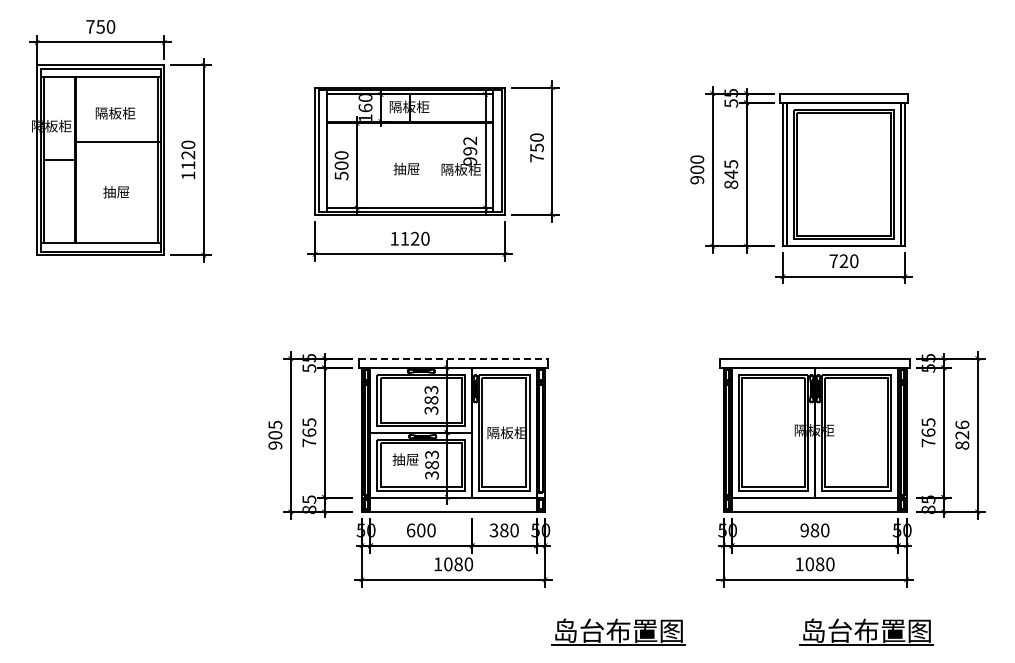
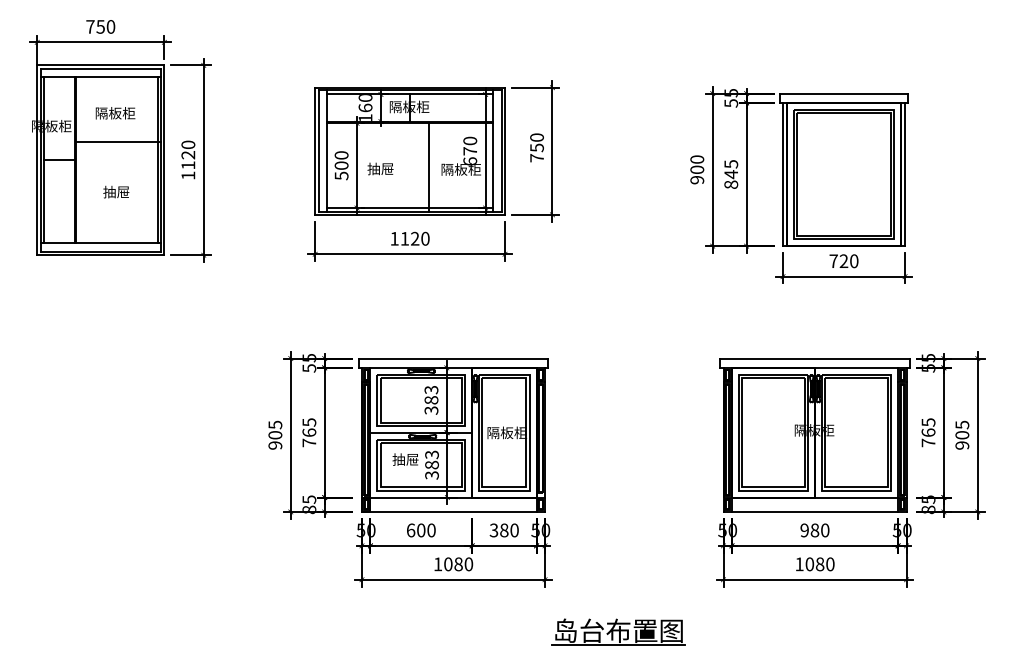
text at (470, 150): 992 -> 670
line at (428, 167): none -> present
text at (406, 168) position: (406, 168) -> (380, 168)
line at (453, 358): dashed -> solid
text at (962, 434): 826 -> 905
part at (866, 631): present -> none
